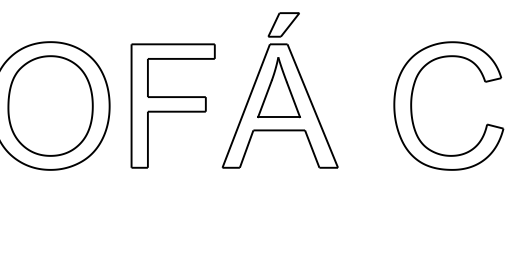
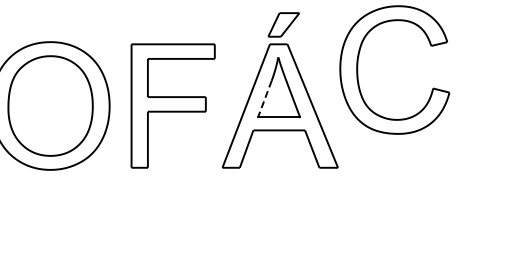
line at (264, 99): solid -> dashed
part at (412, 105) position: (412, 105) -> (358, 69)
